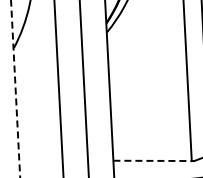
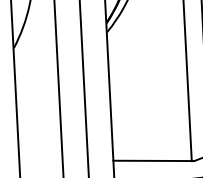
line at (15, 88): dashed -> solid
line at (154, 160): dashed -> solid
